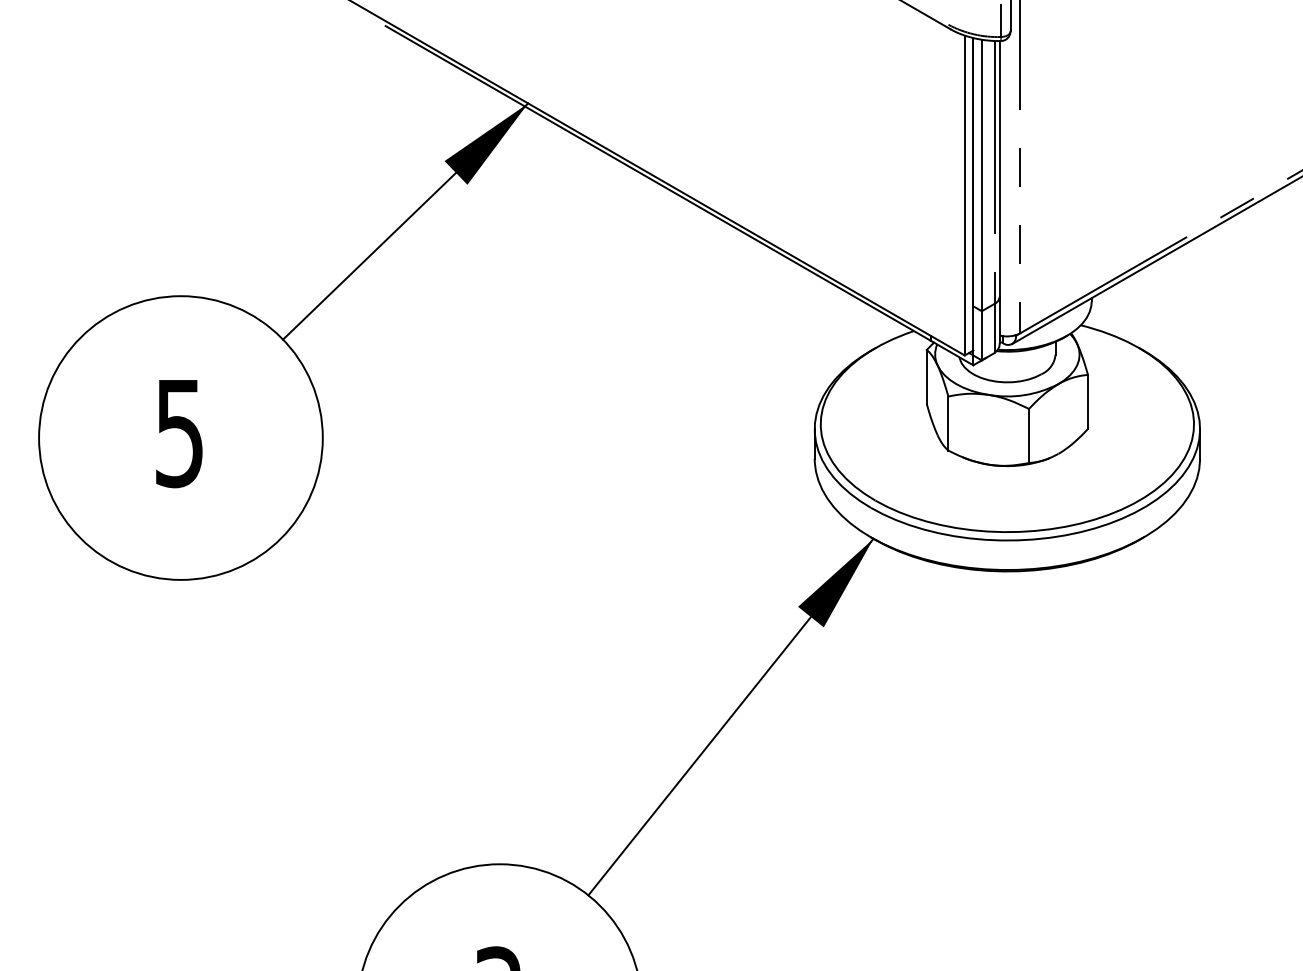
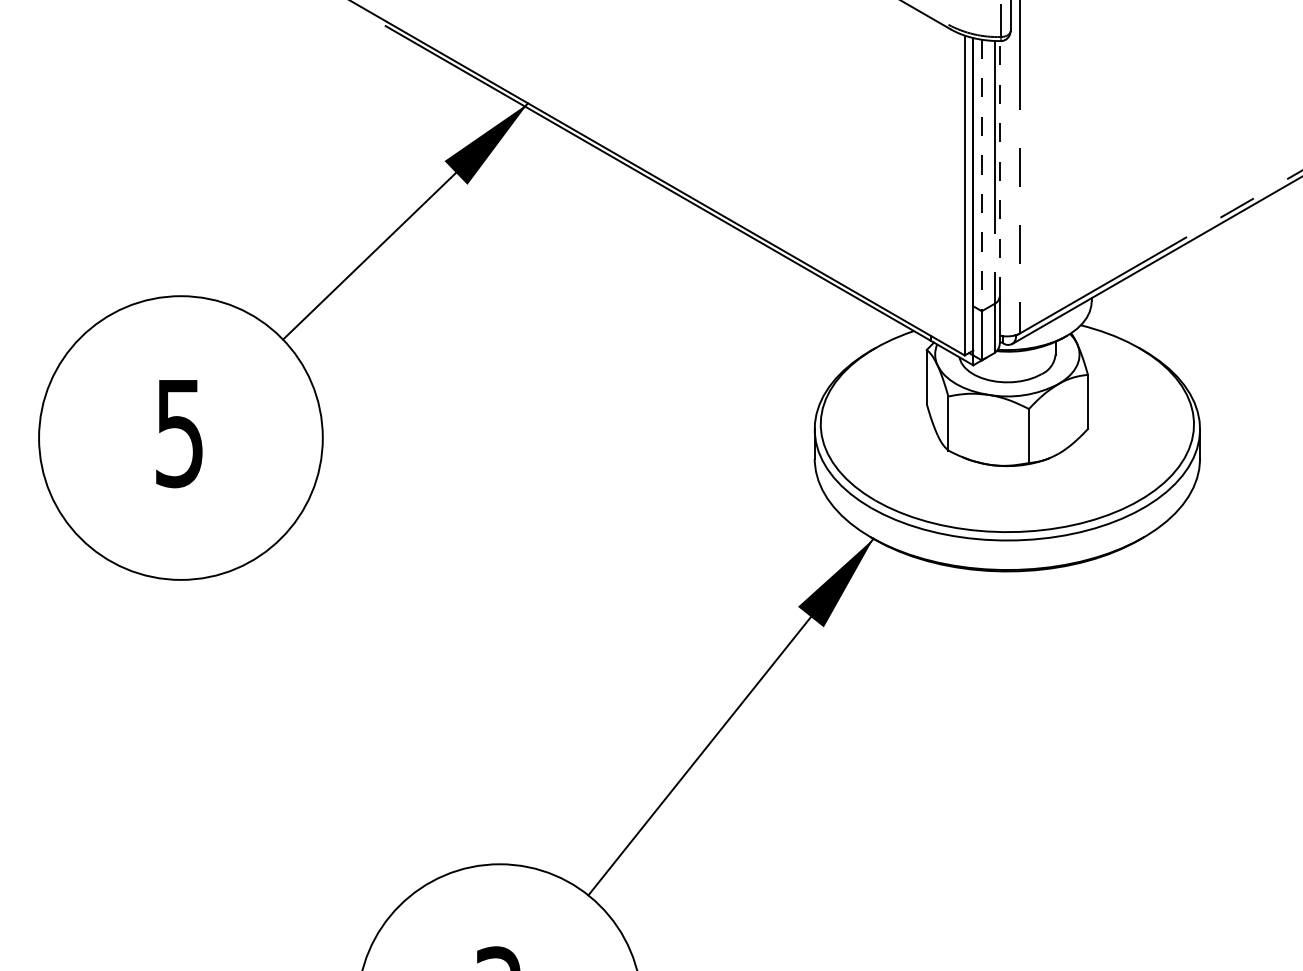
line at (999, 168): solid -> dashed
line at (981, 175): solid -> dashed
